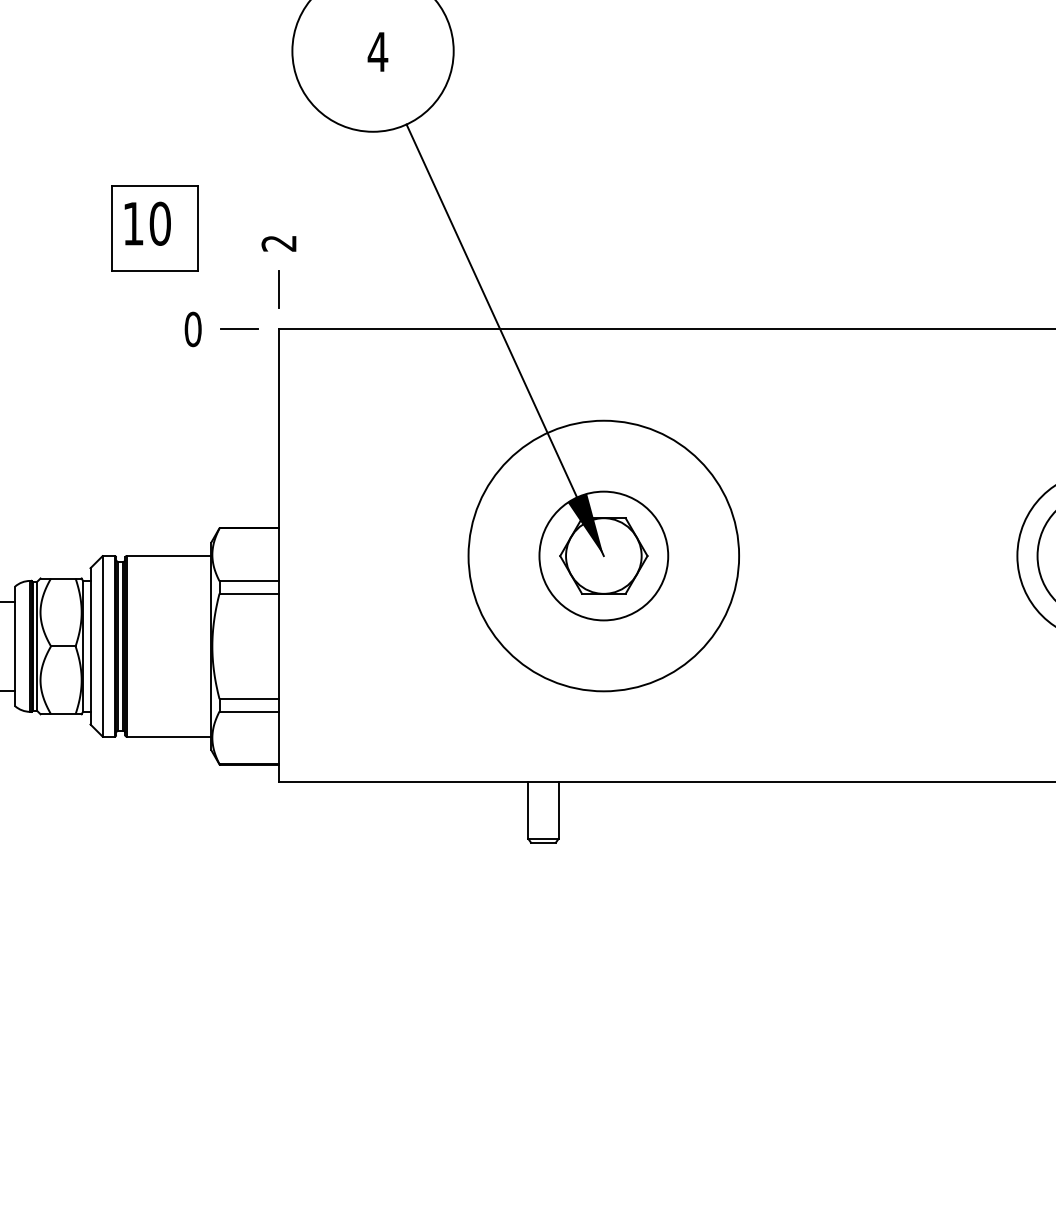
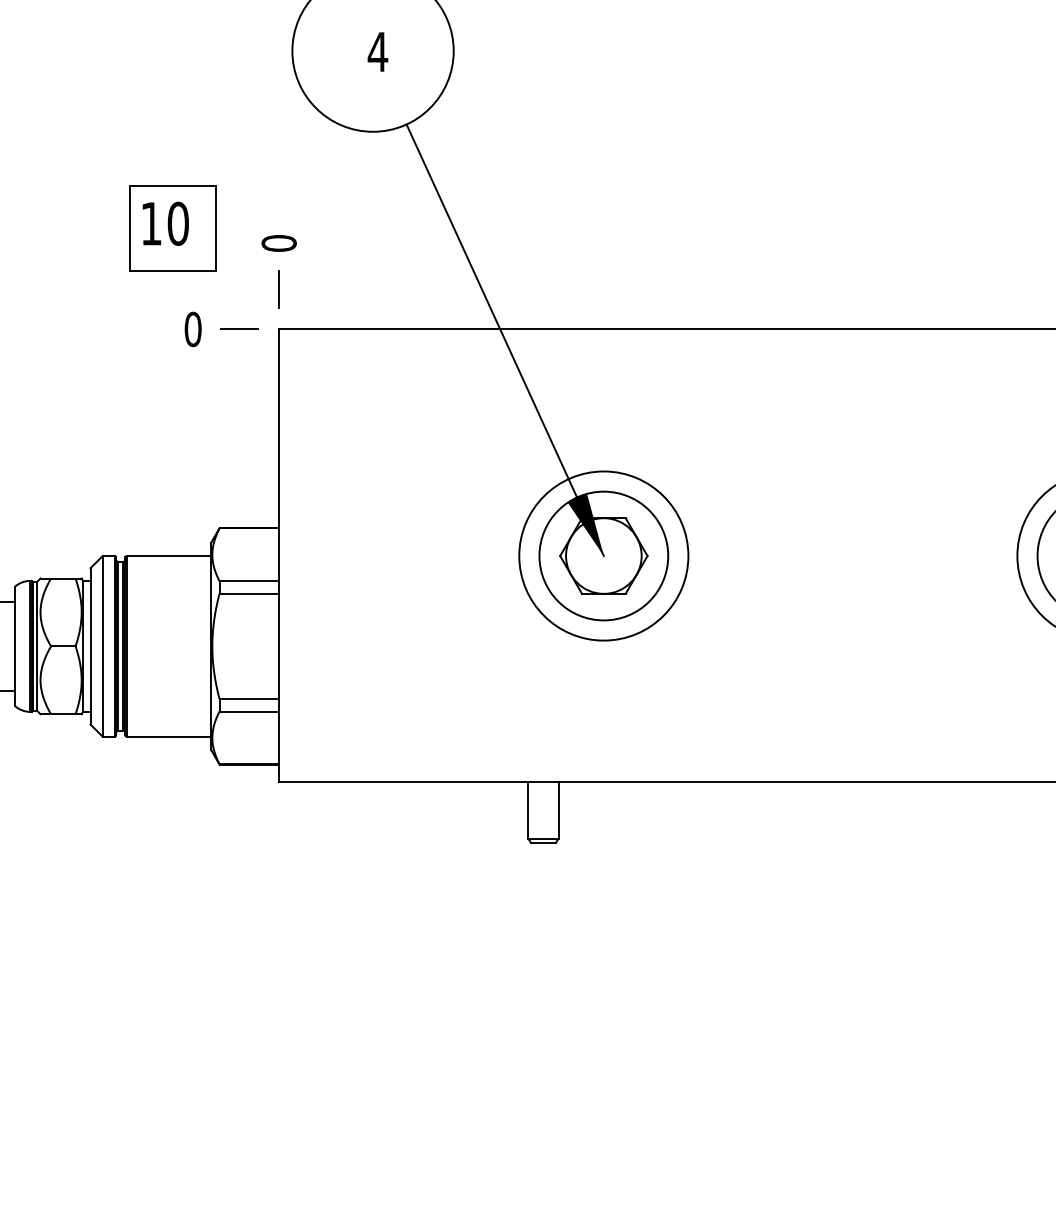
part at (154, 228) position: (154, 228) -> (172, 228)
text at (278, 243): 2 -> 0
circle at (603, 555) diameter: 271 px -> 169 px
